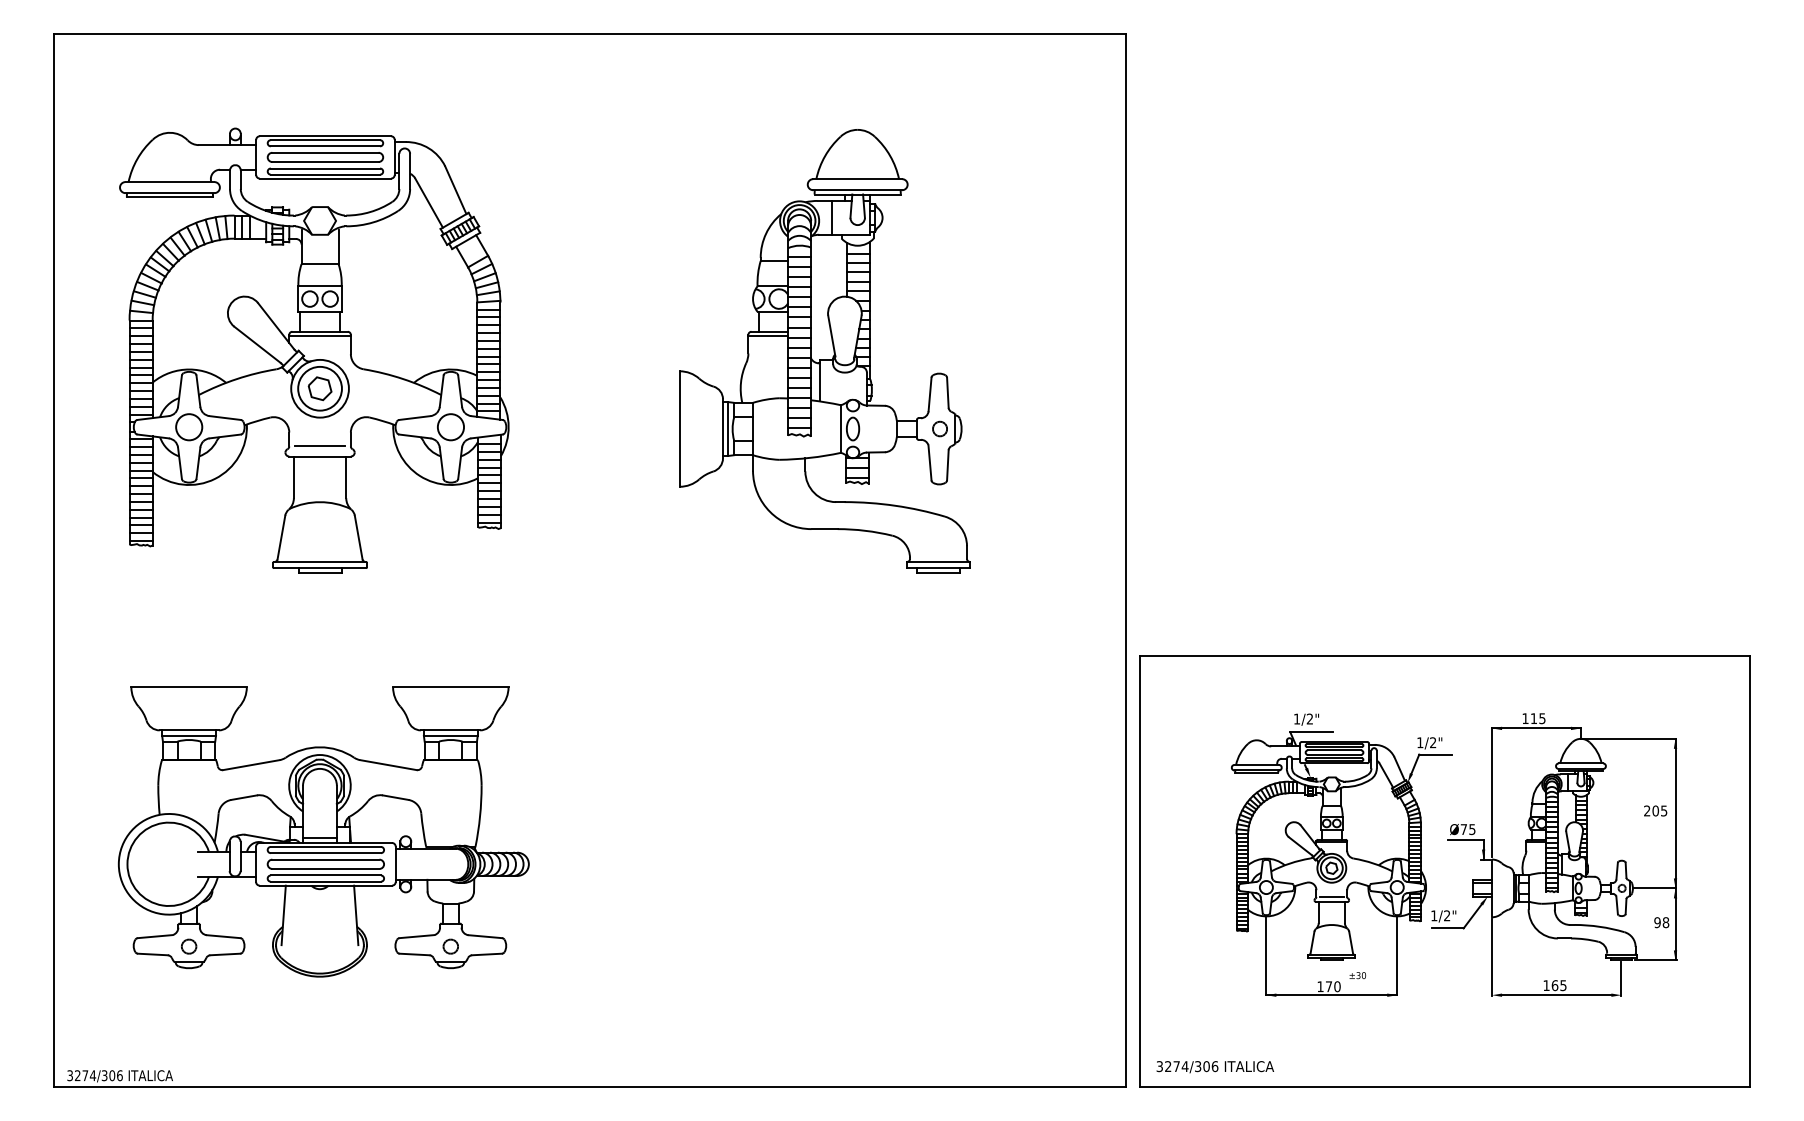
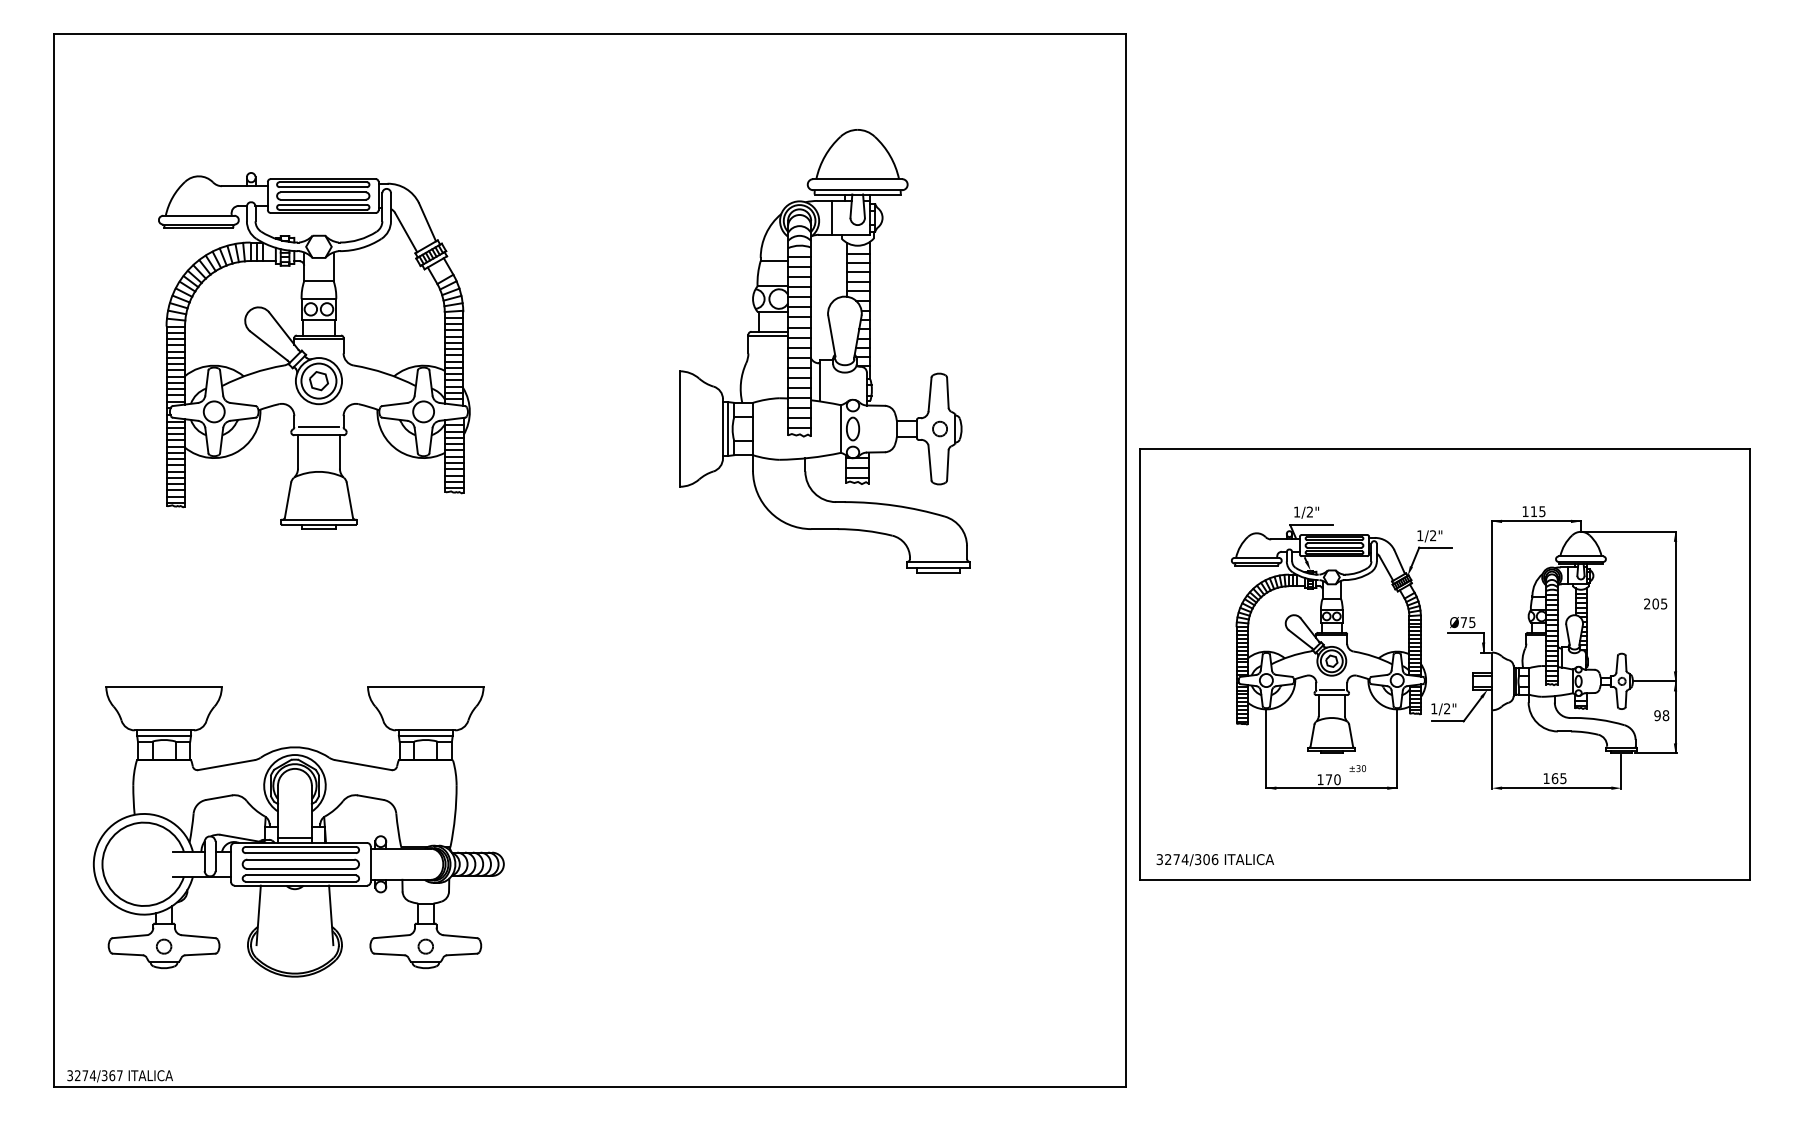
part at (314, 350) size: 391x447 px -> 313x358 px
part at (323, 831) position: (323, 831) -> (298, 831)
part at (1444, 871) position: (1444, 871) -> (1444, 664)
text at (115, 1075): 3274/306 -> 3274/367
